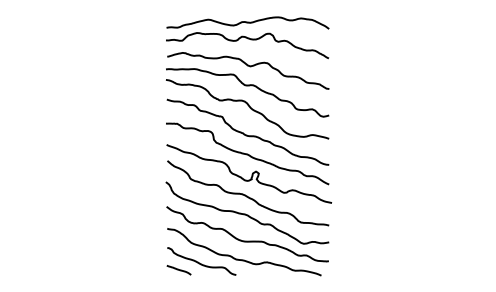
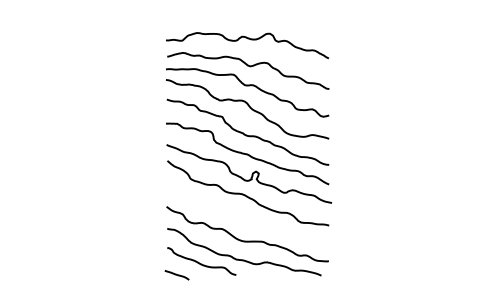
curve at (247, 22): present -> none
curve at (247, 214): present -> none
line at (178, 270) position: (178, 270) -> (176, 275)
